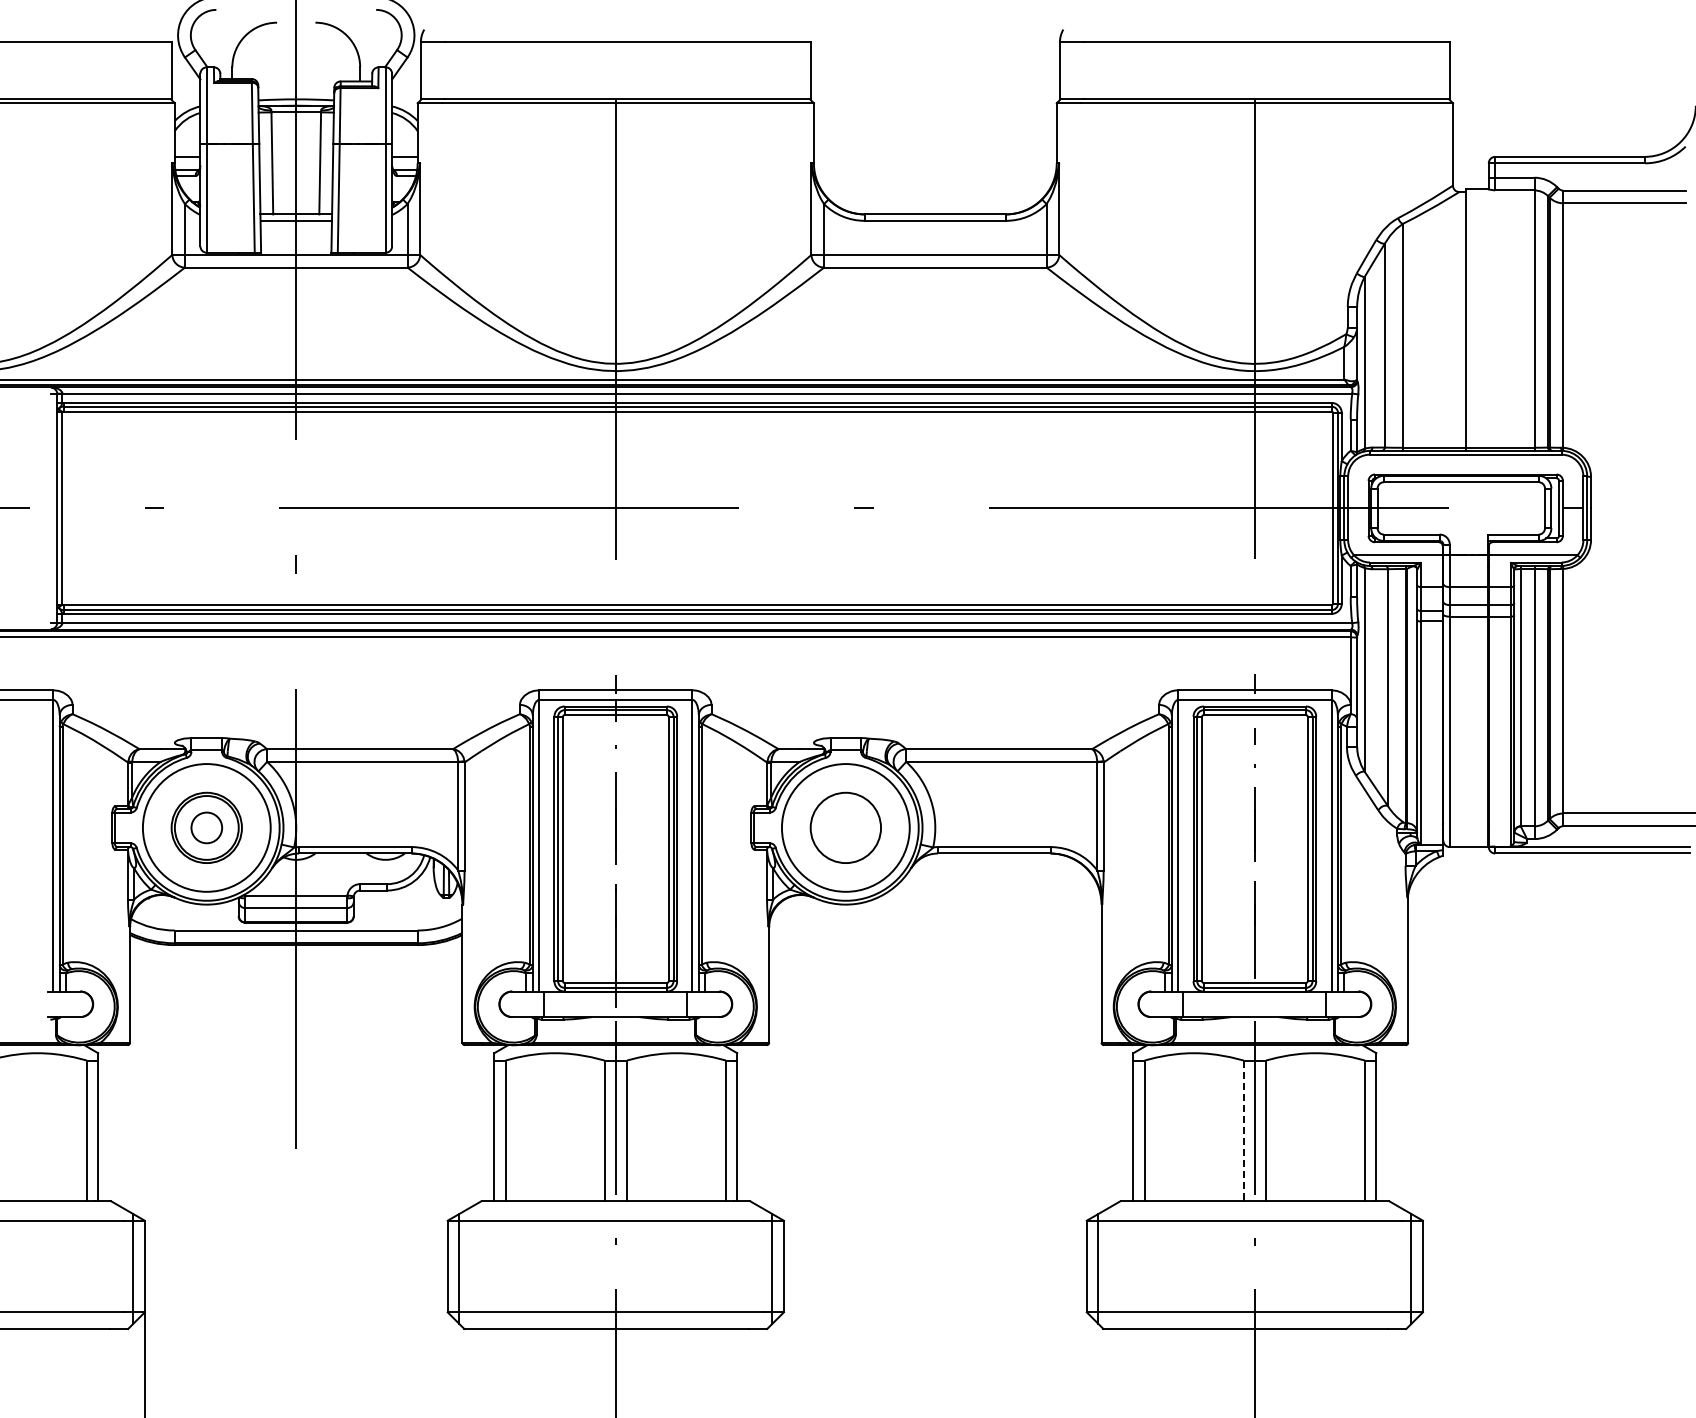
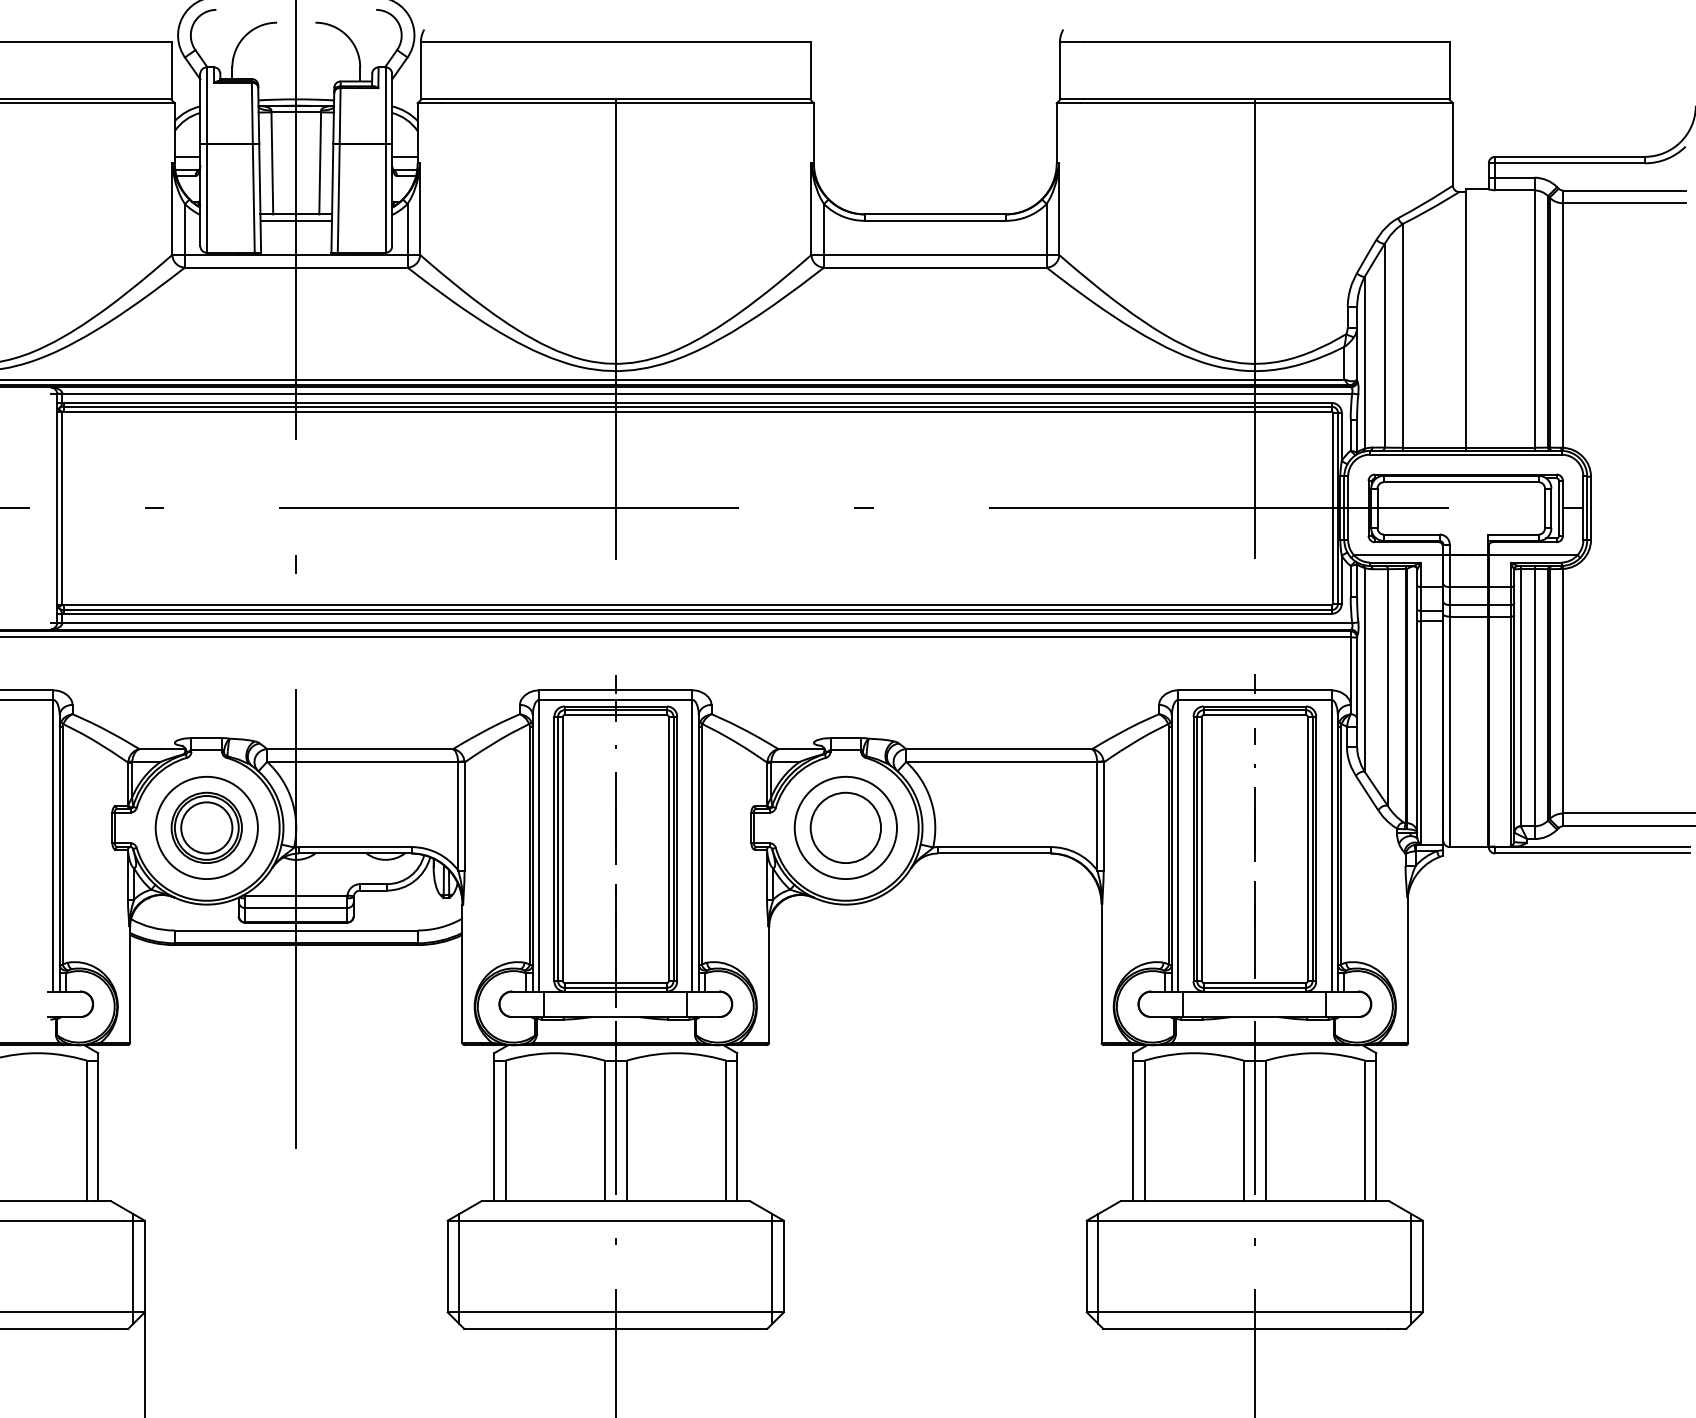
circle at (206, 827) diameter: 128 px -> 102 px
circle at (206, 827) diameter: 31 px -> 51 px
circle at (845, 827) diameter: 128 px -> 102 px
line at (1243, 1131): dashed -> solid
